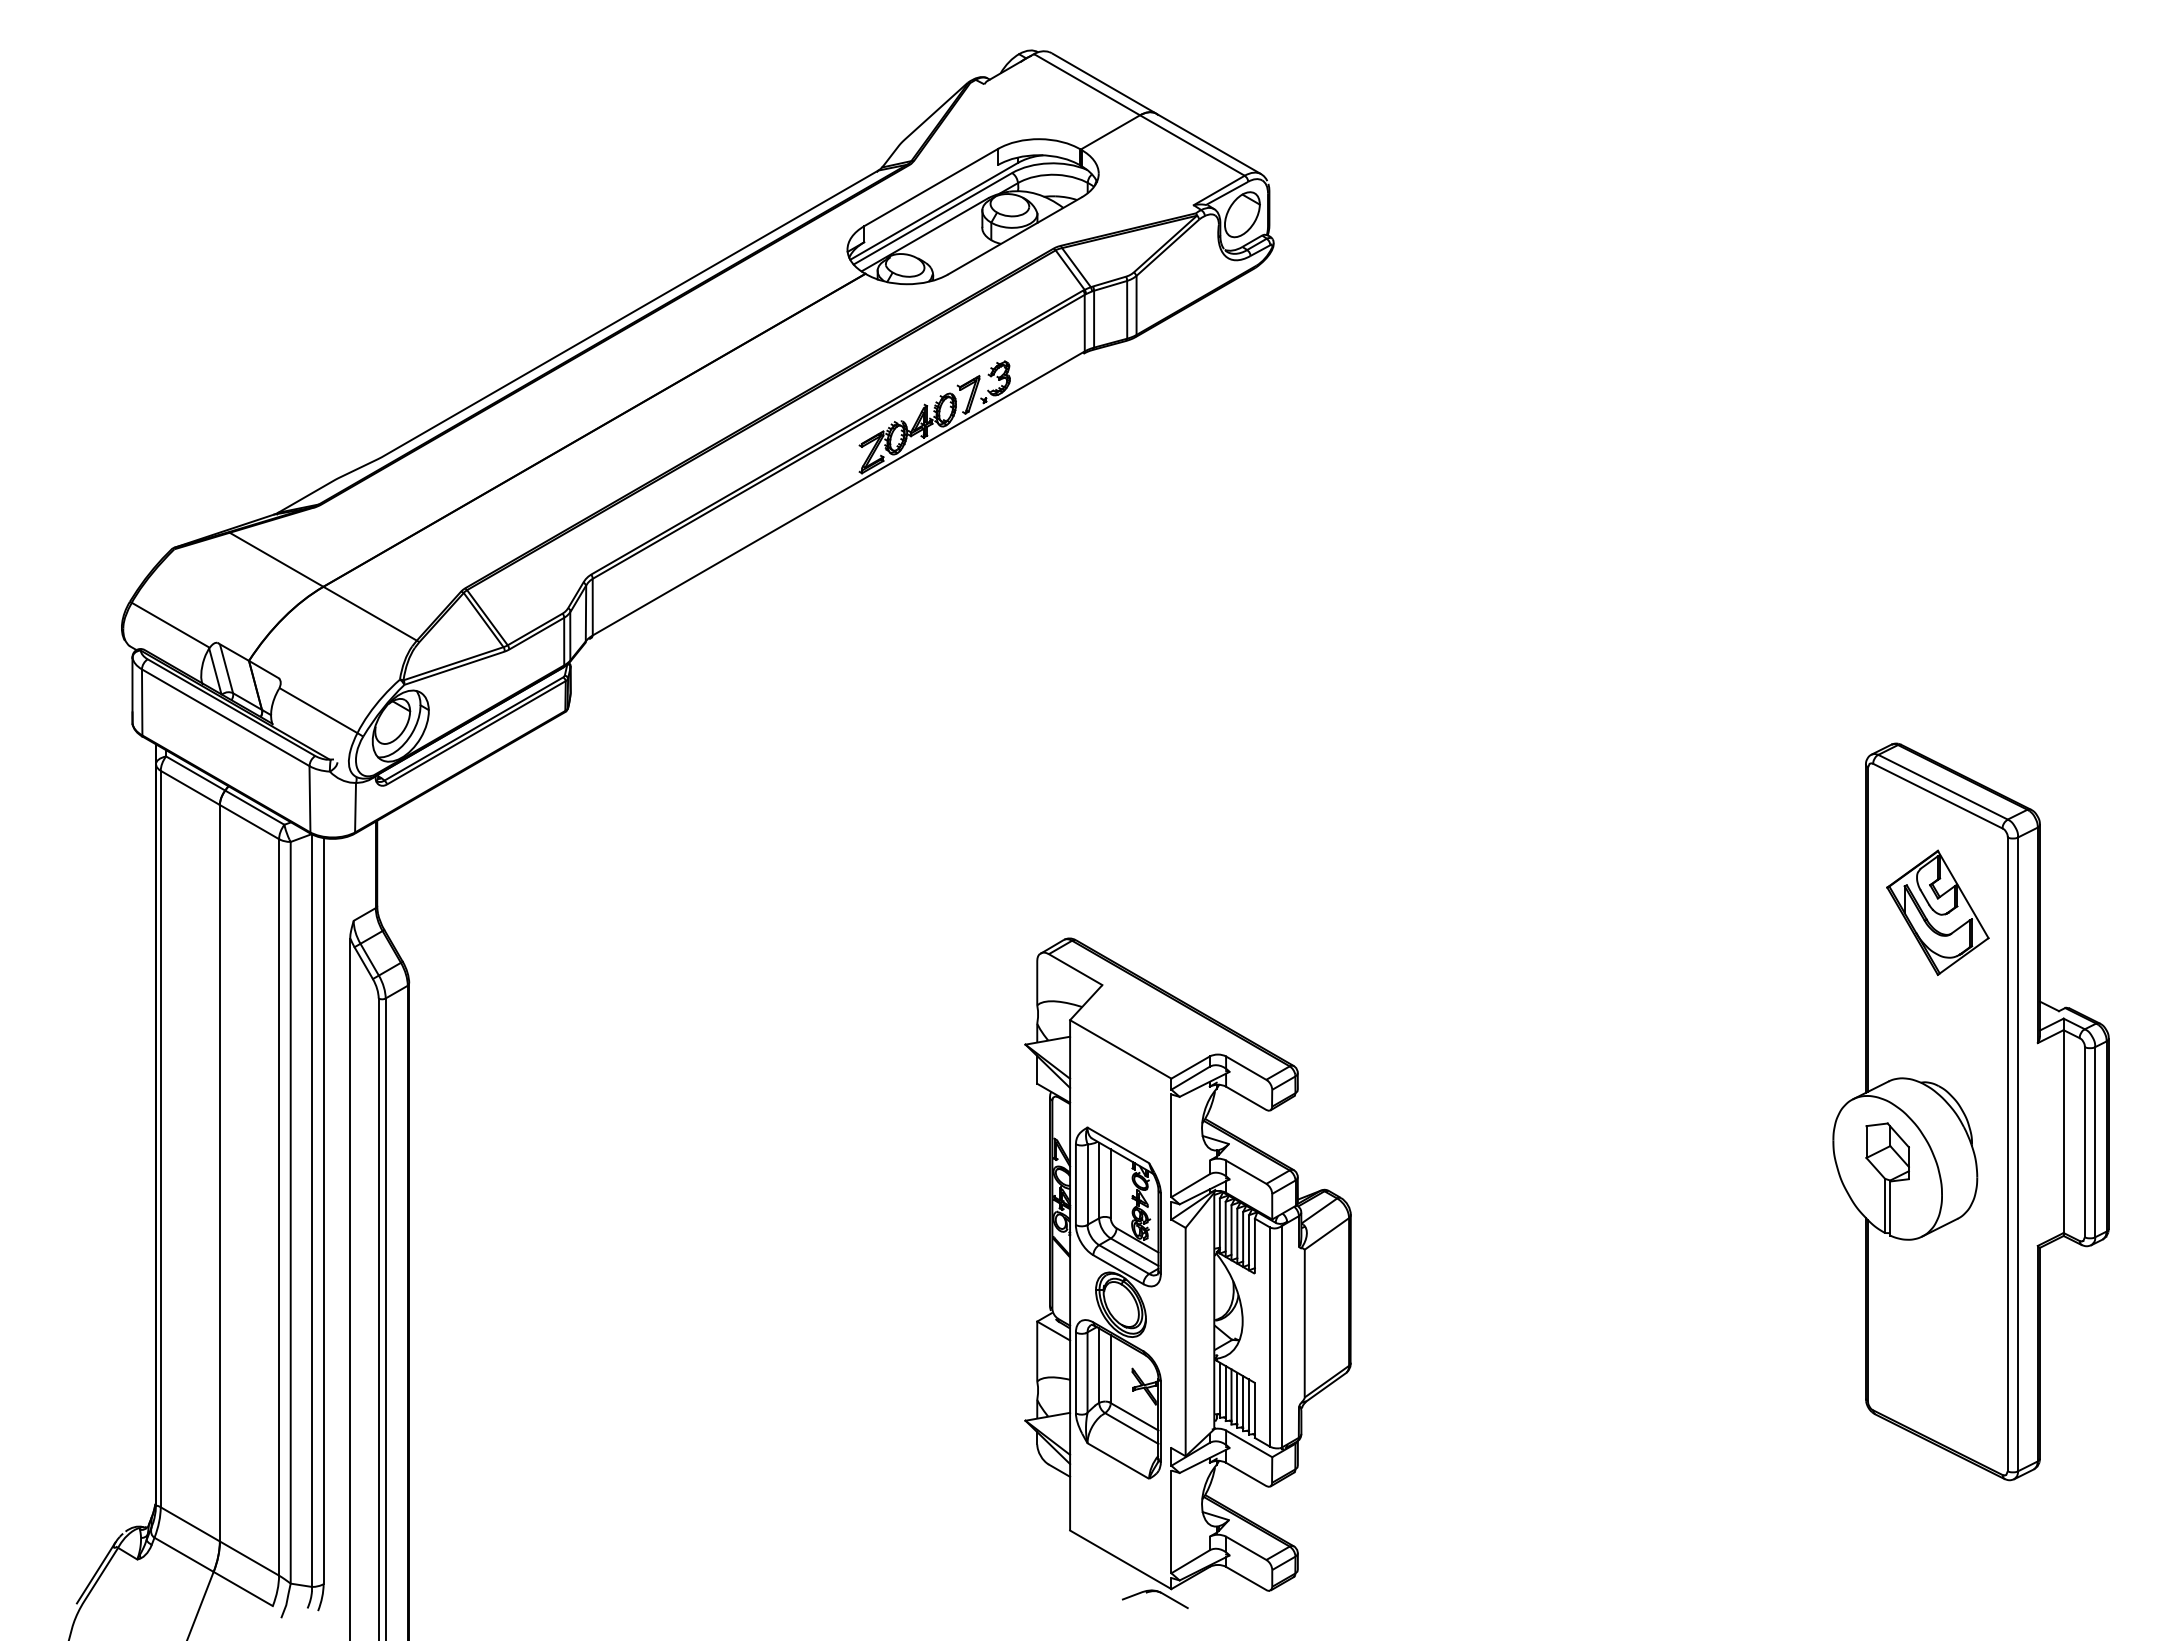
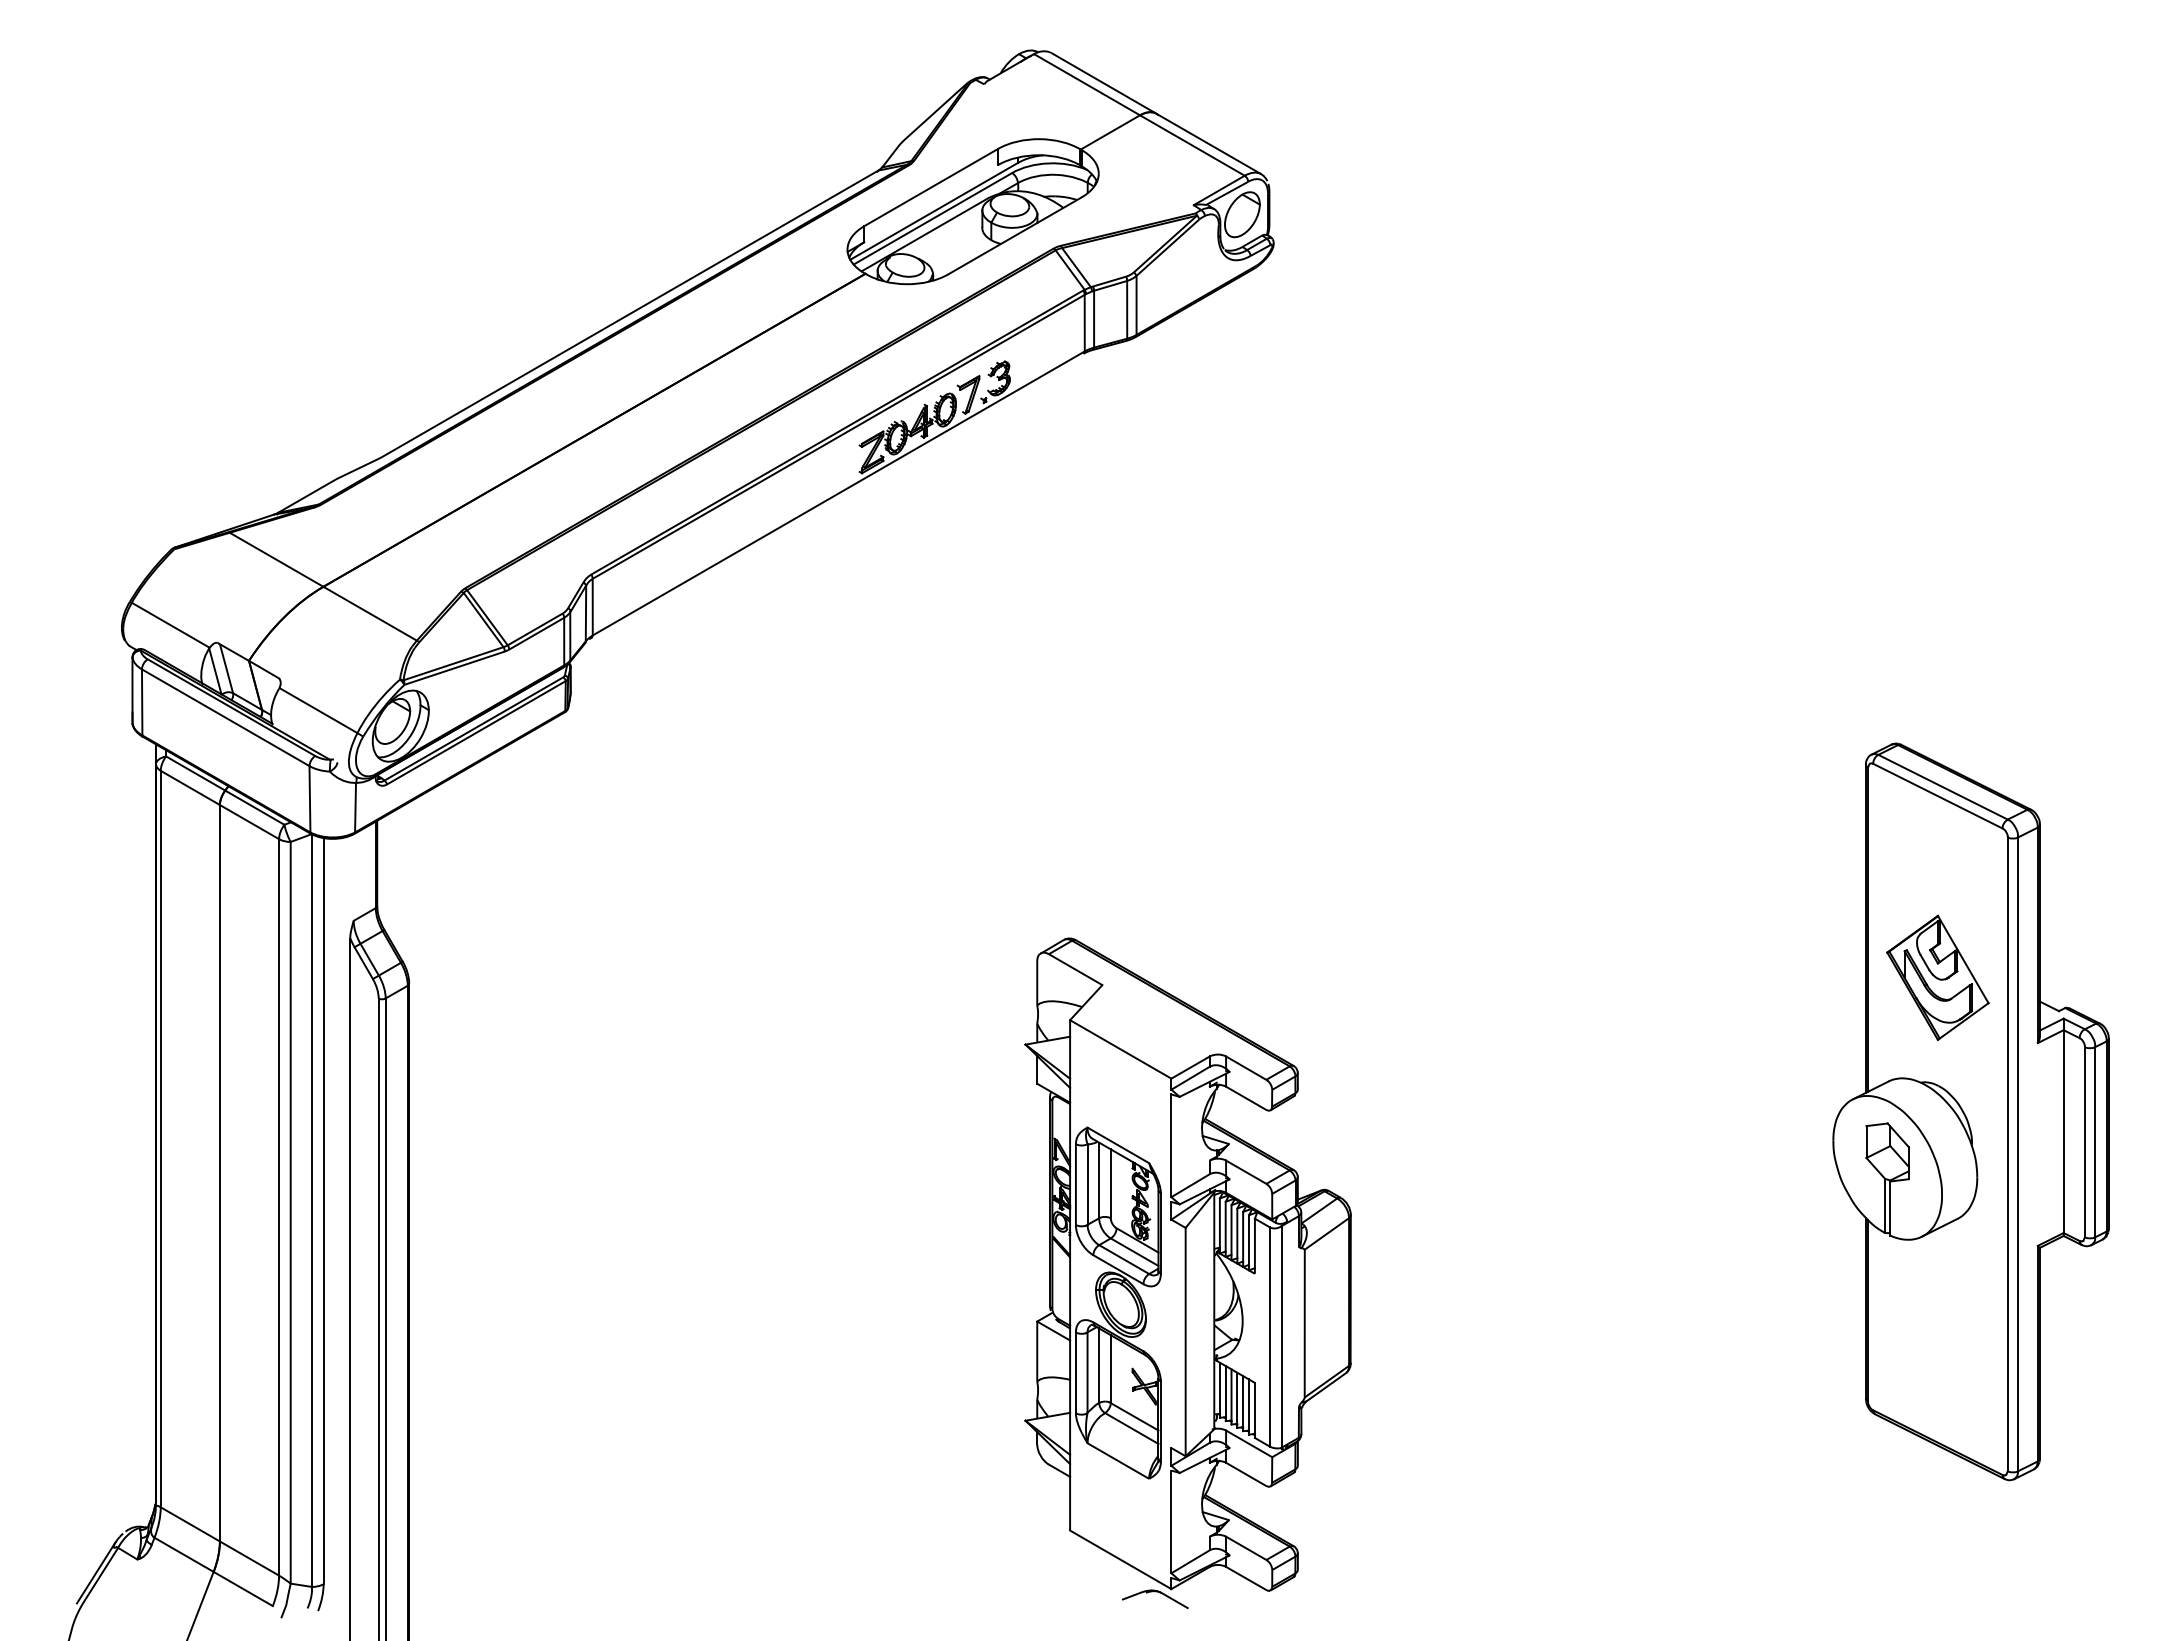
part at (1937, 912) position: (1937, 912) -> (1937, 977)
